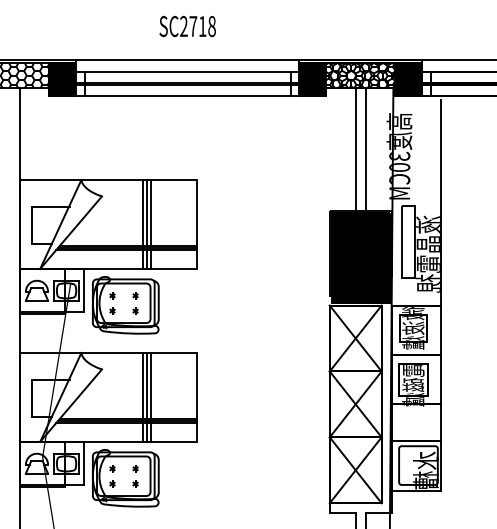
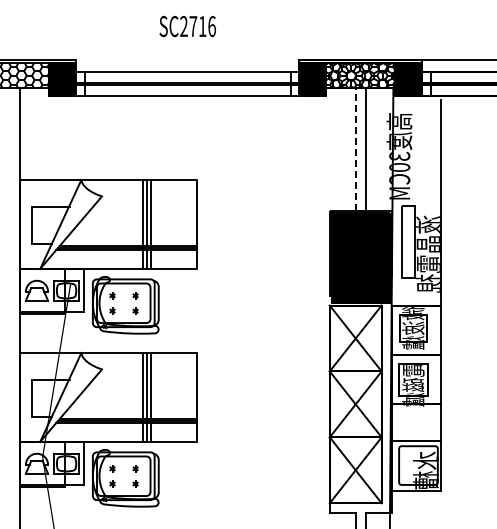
text at (211, 26): SC2718 -> SC2716
line at (187, 60): present -> none
line at (355, 148): solid -> dashed
